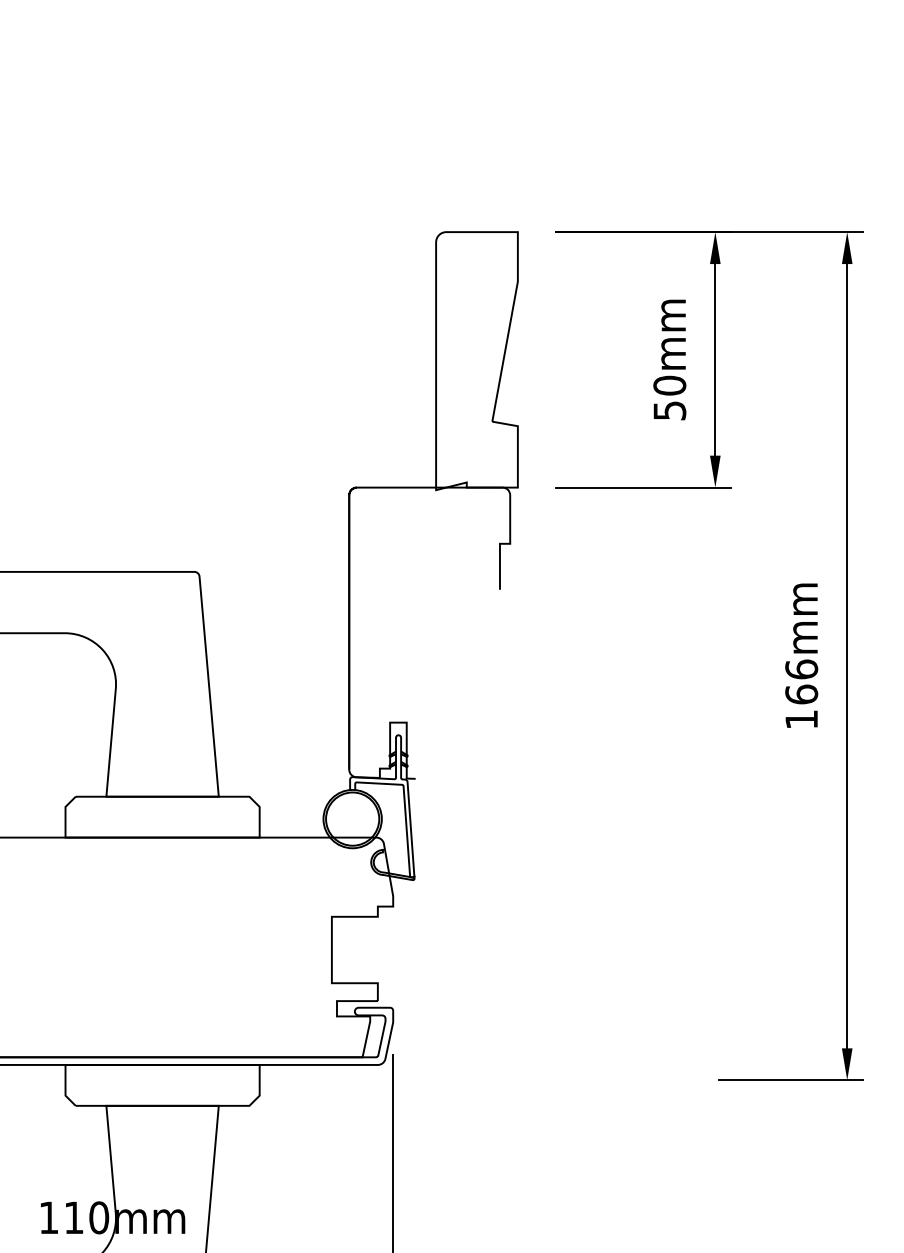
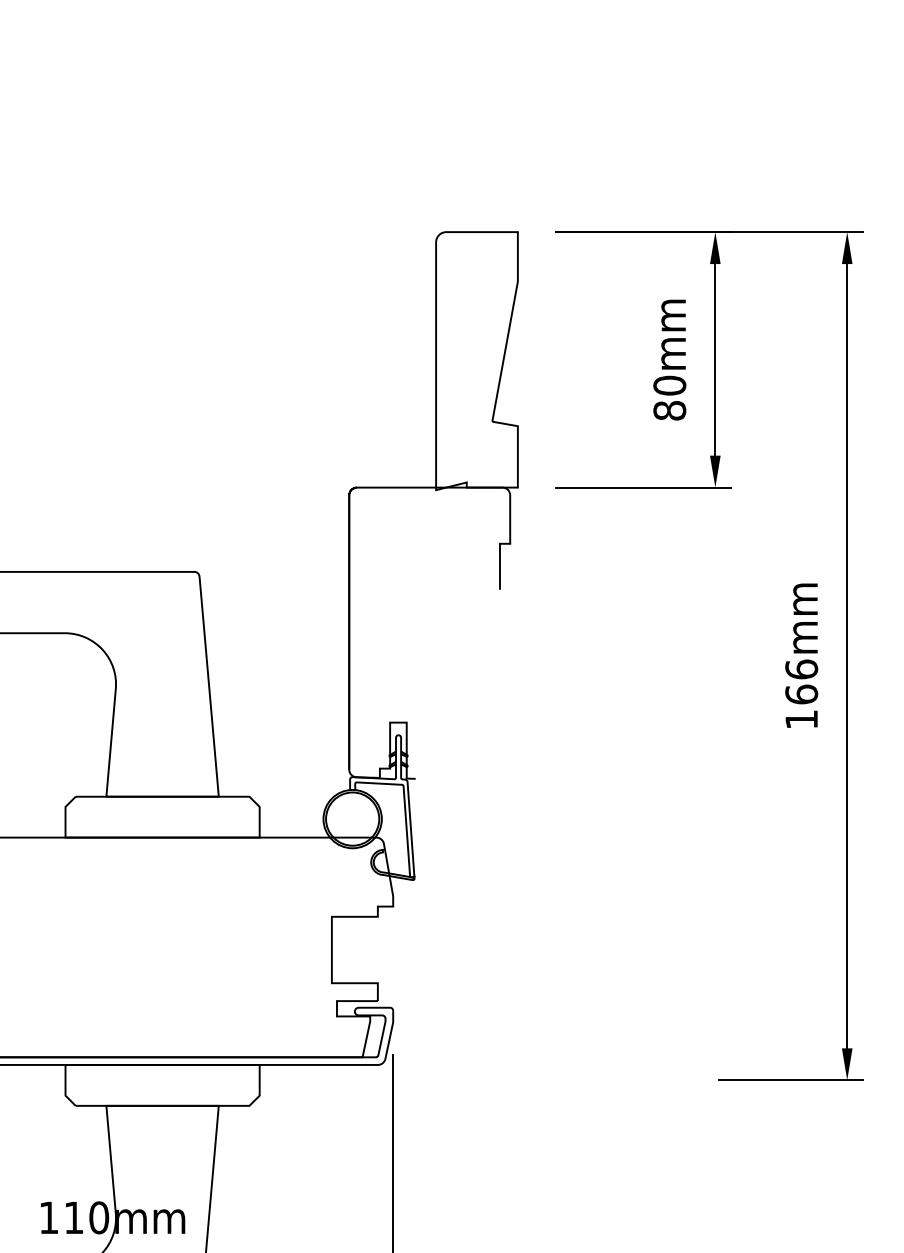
text at (669, 410): 50mm -> 80mm
